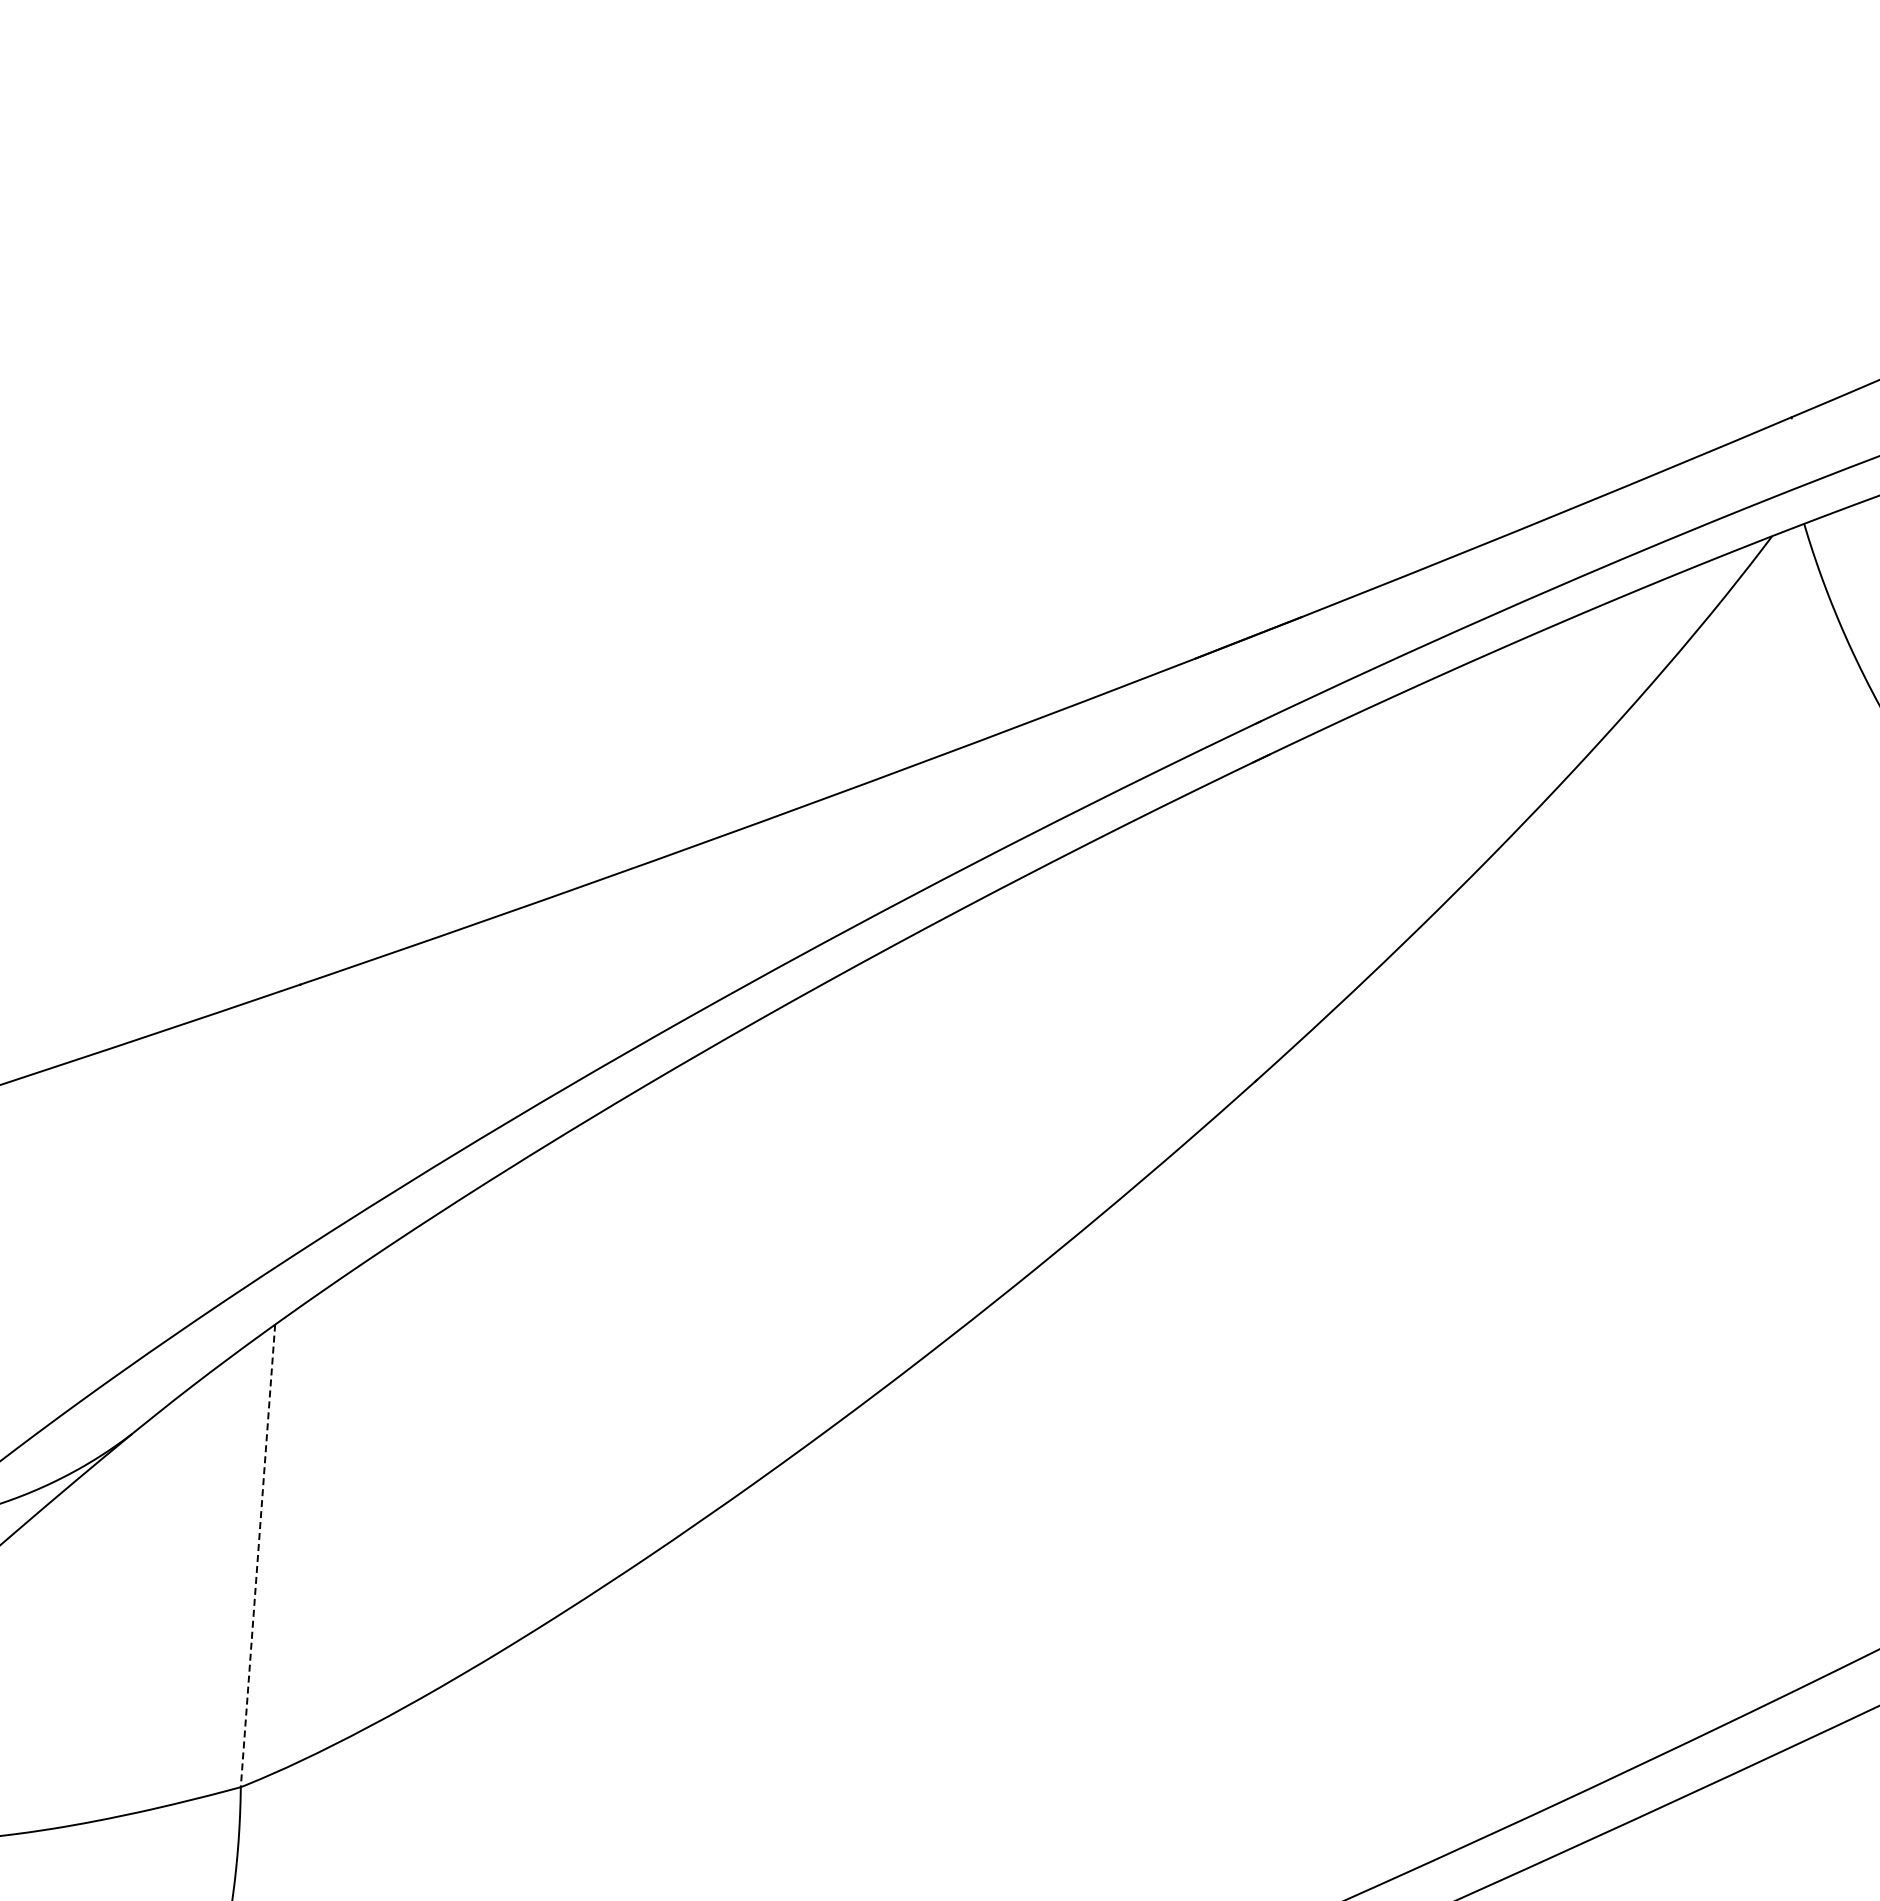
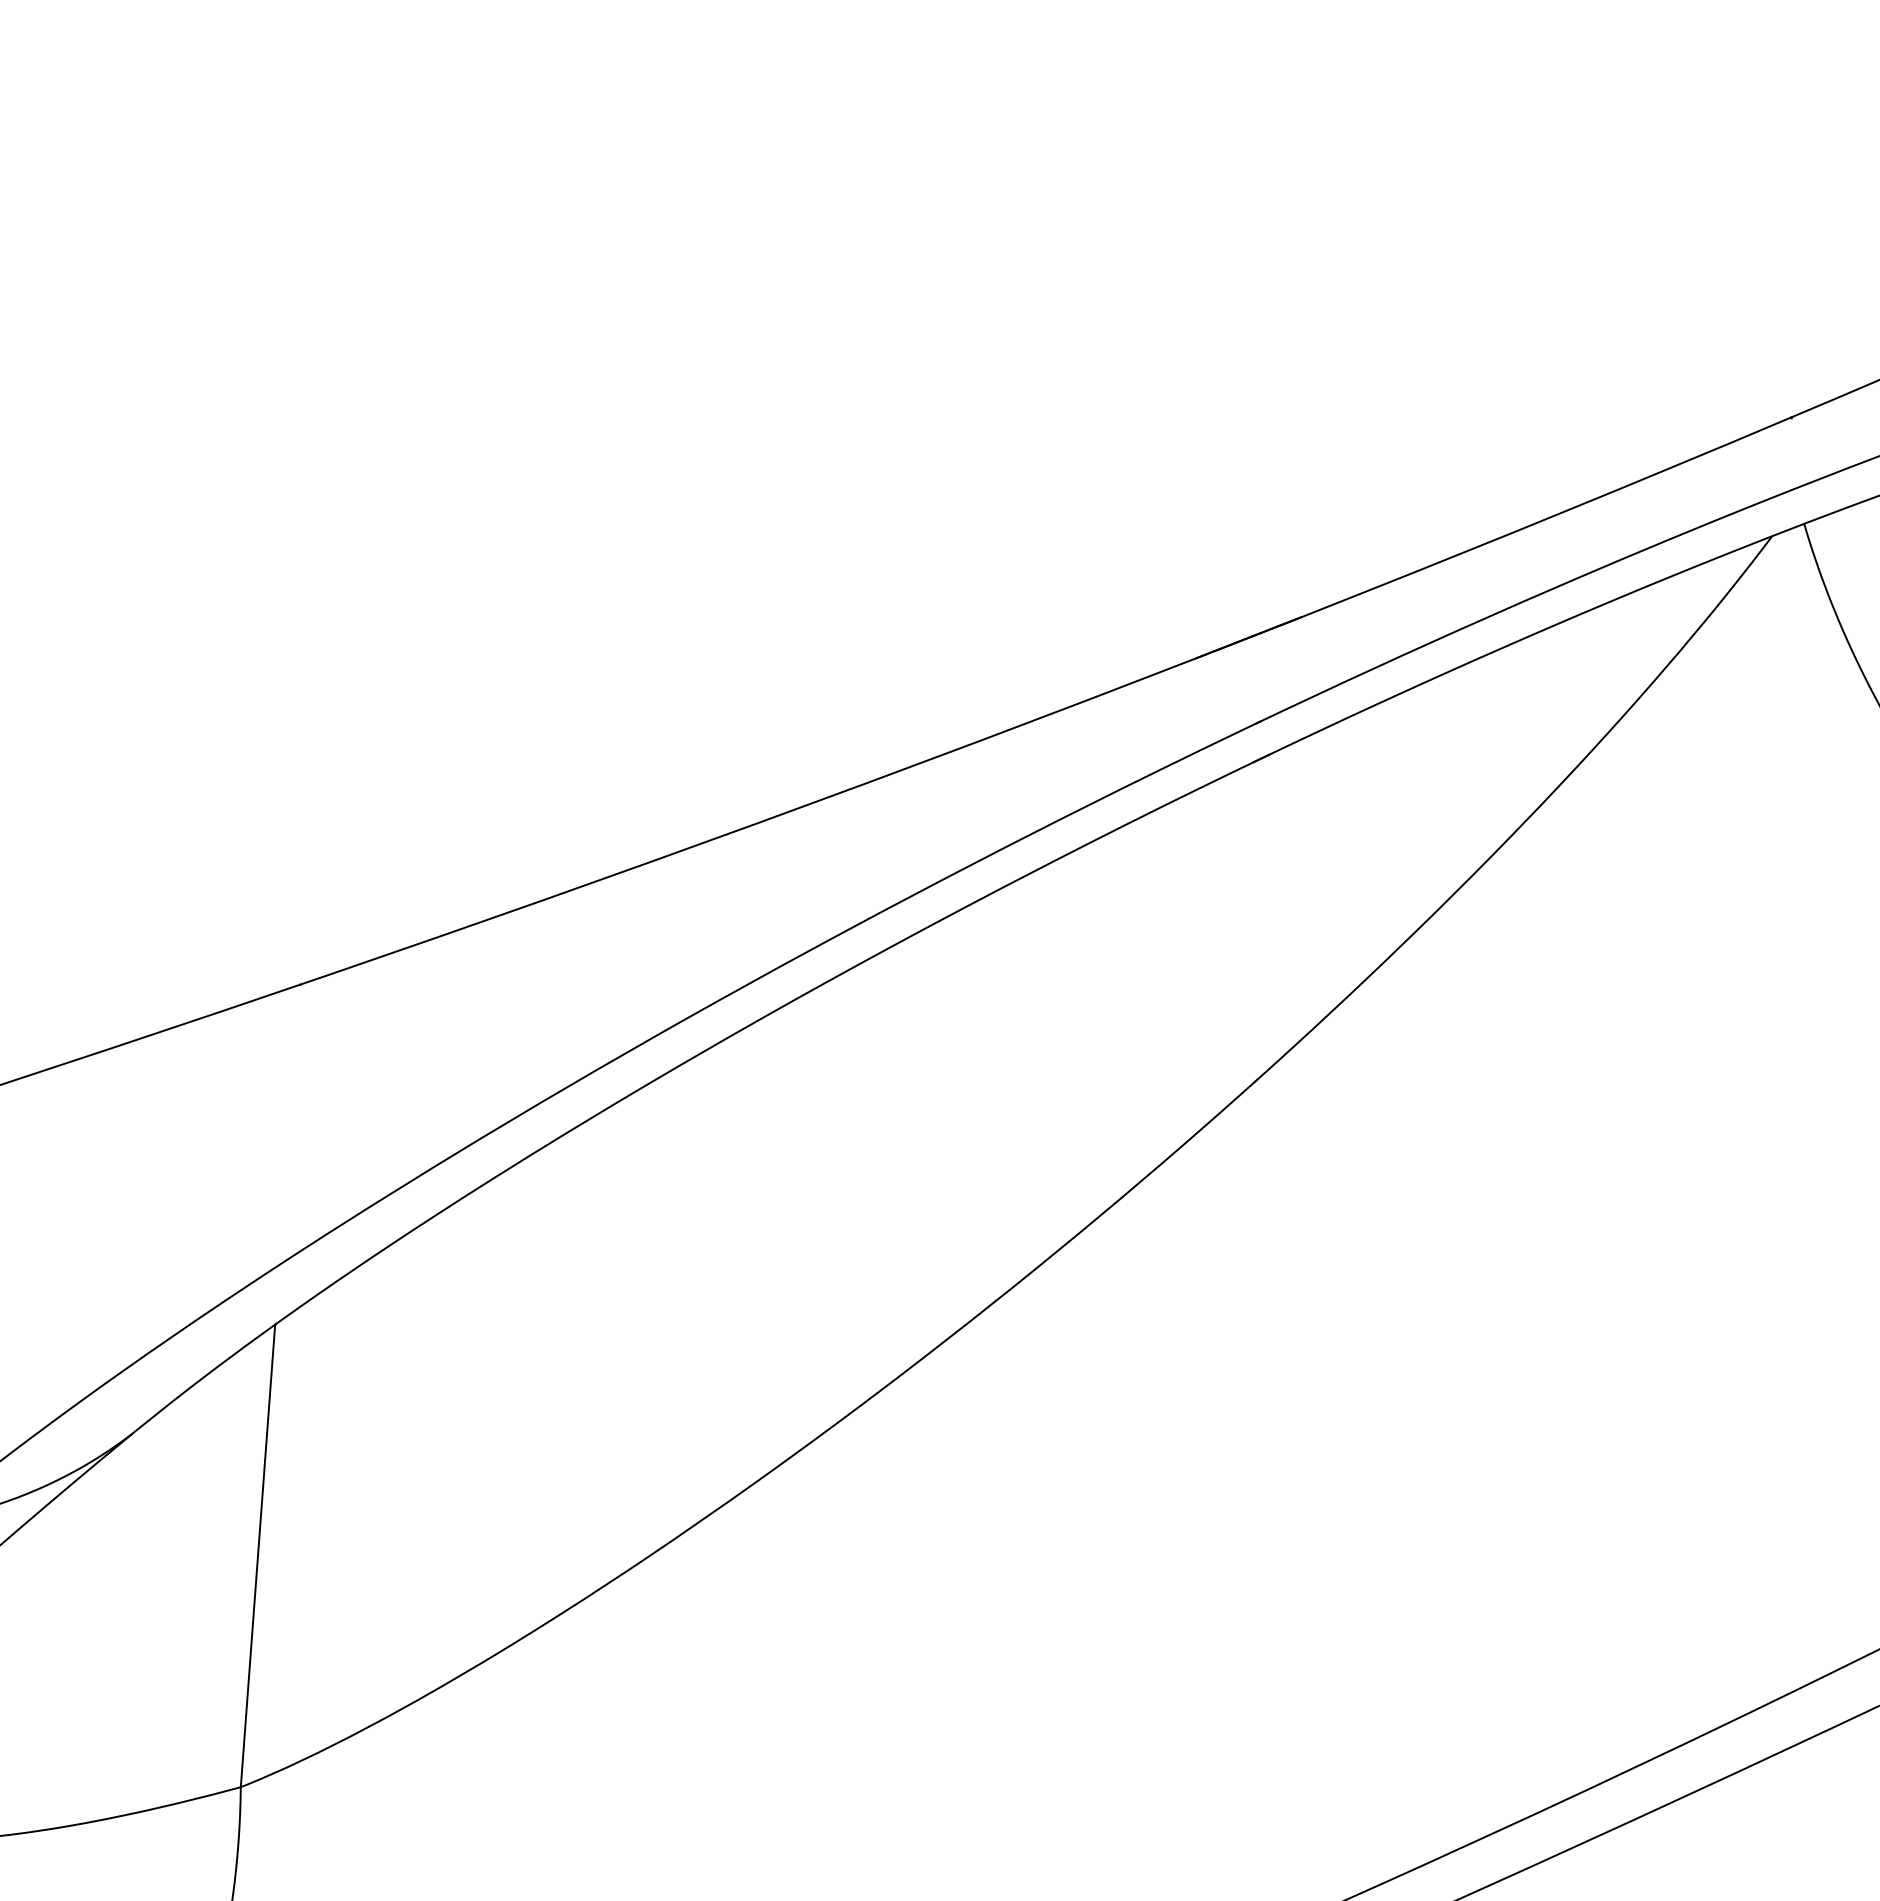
line at (258, 1555): dashed -> solid
